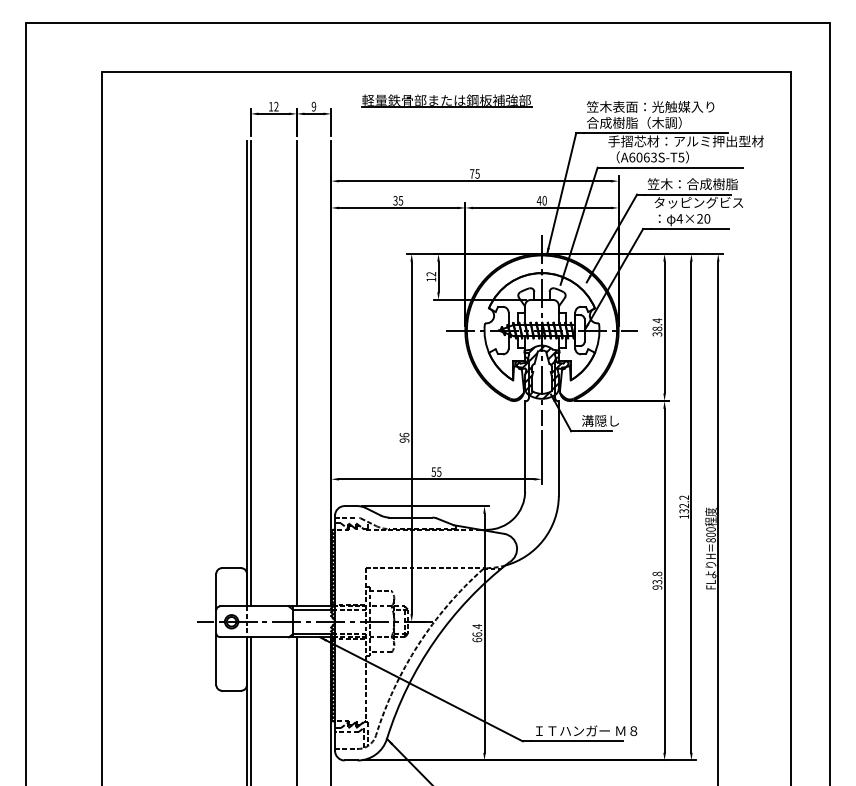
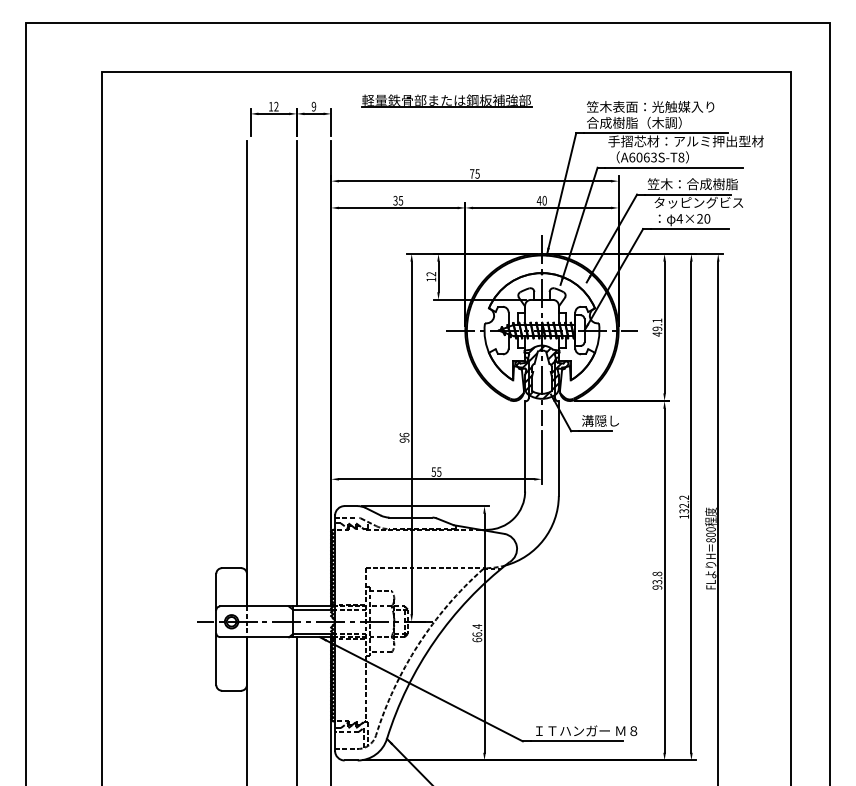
text at (681, 157): A6063S-T5 -> A6063S-T8
text at (657, 327): 38.4 -> 49.1
line at (250, 373): present -> none
line at (250, 709): present -> none
